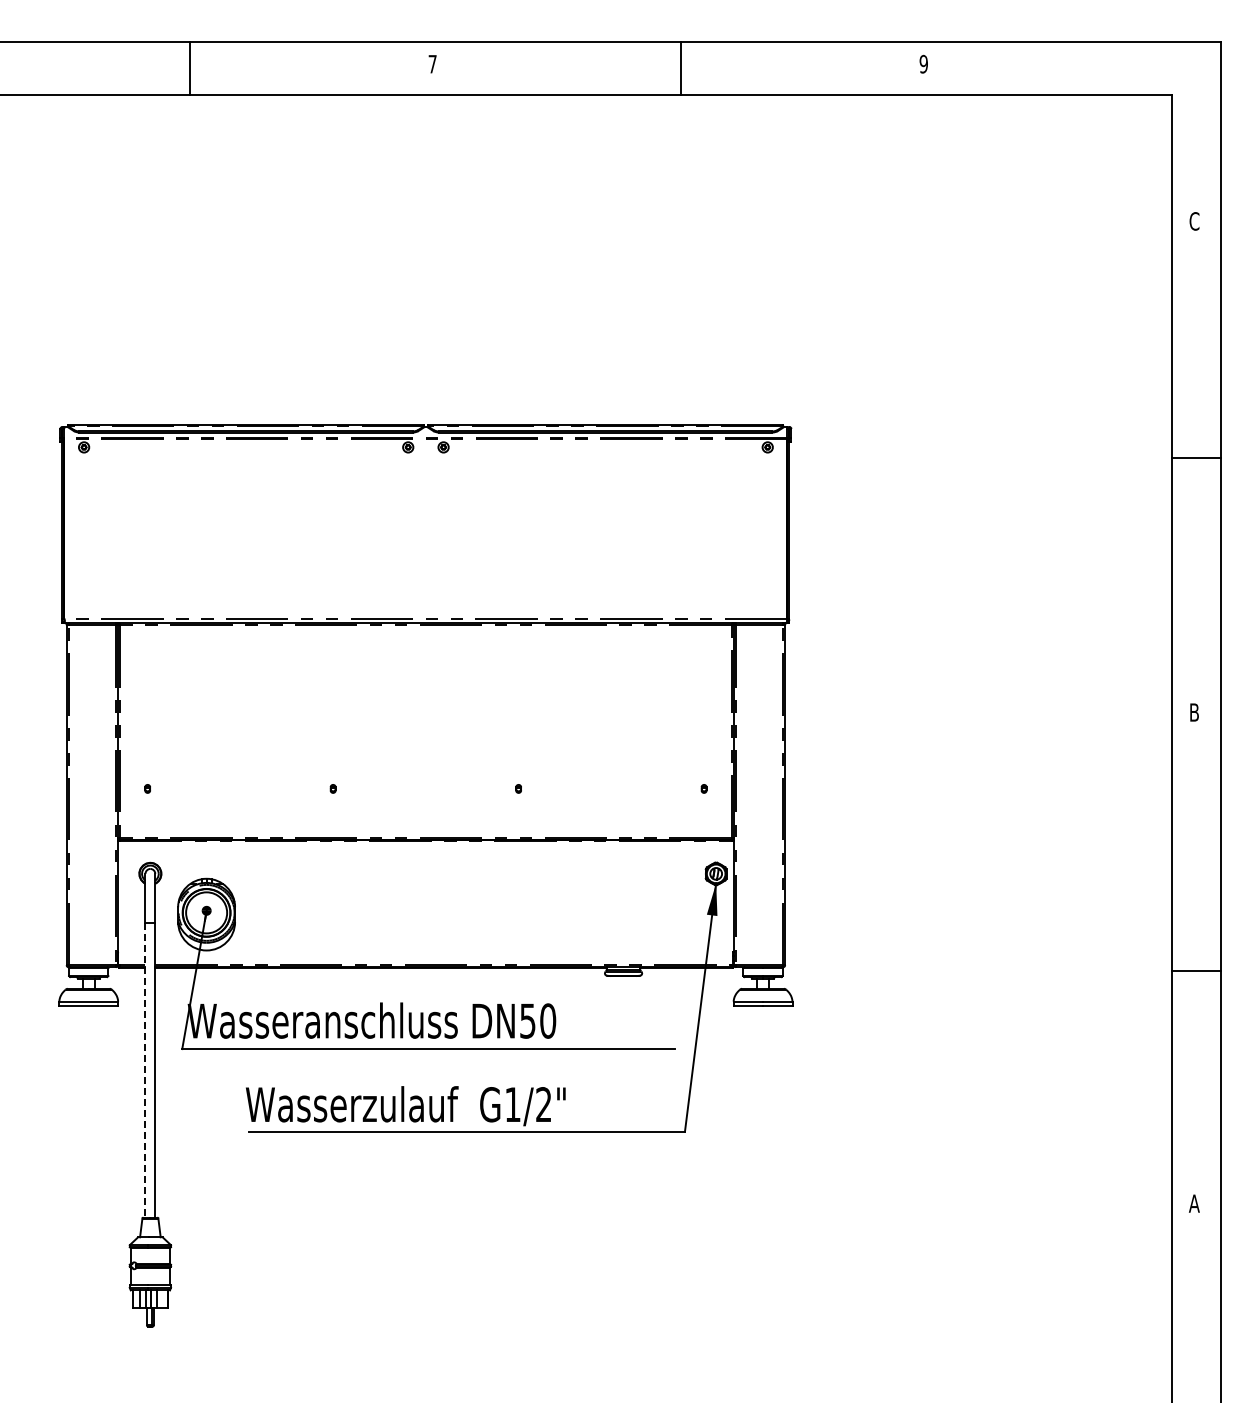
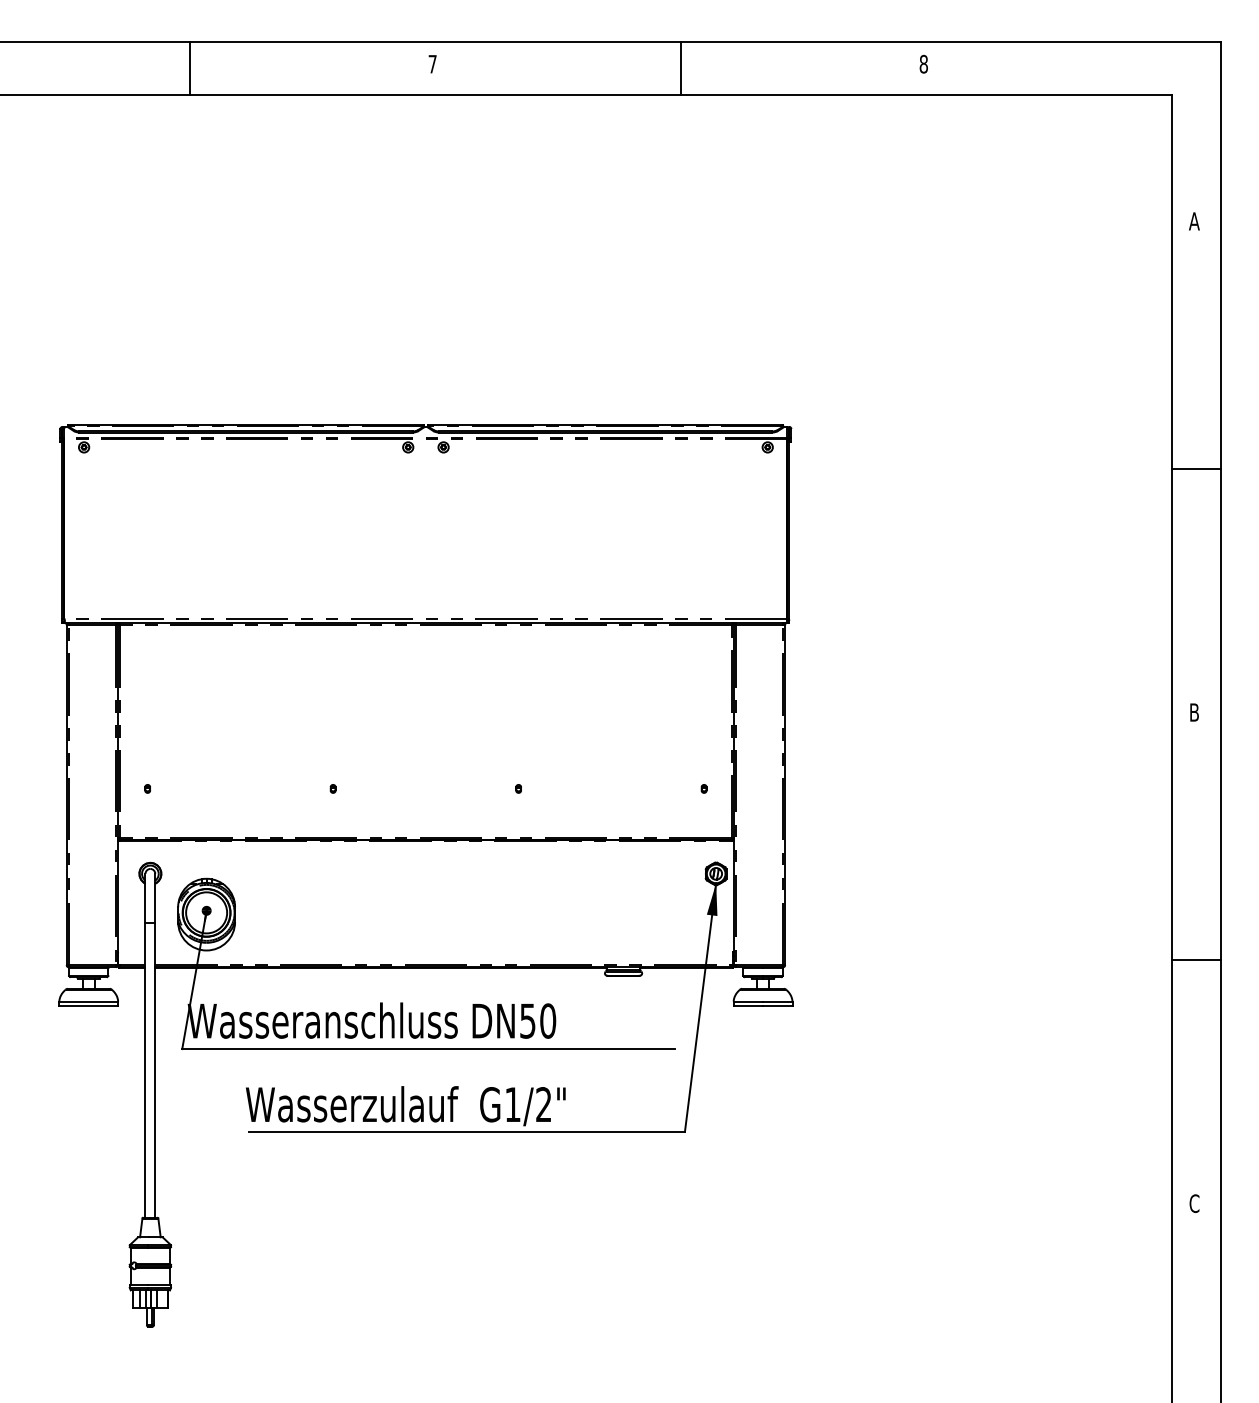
text at (923, 64): 9 -> 8
text at (1194, 221): C -> A
line at (1196, 458) position: (1196, 458) -> (1196, 469)
line at (1196, 971) position: (1196, 971) -> (1196, 960)
line at (145, 1070): dashed -> solid
text at (1193, 1203): A -> C
